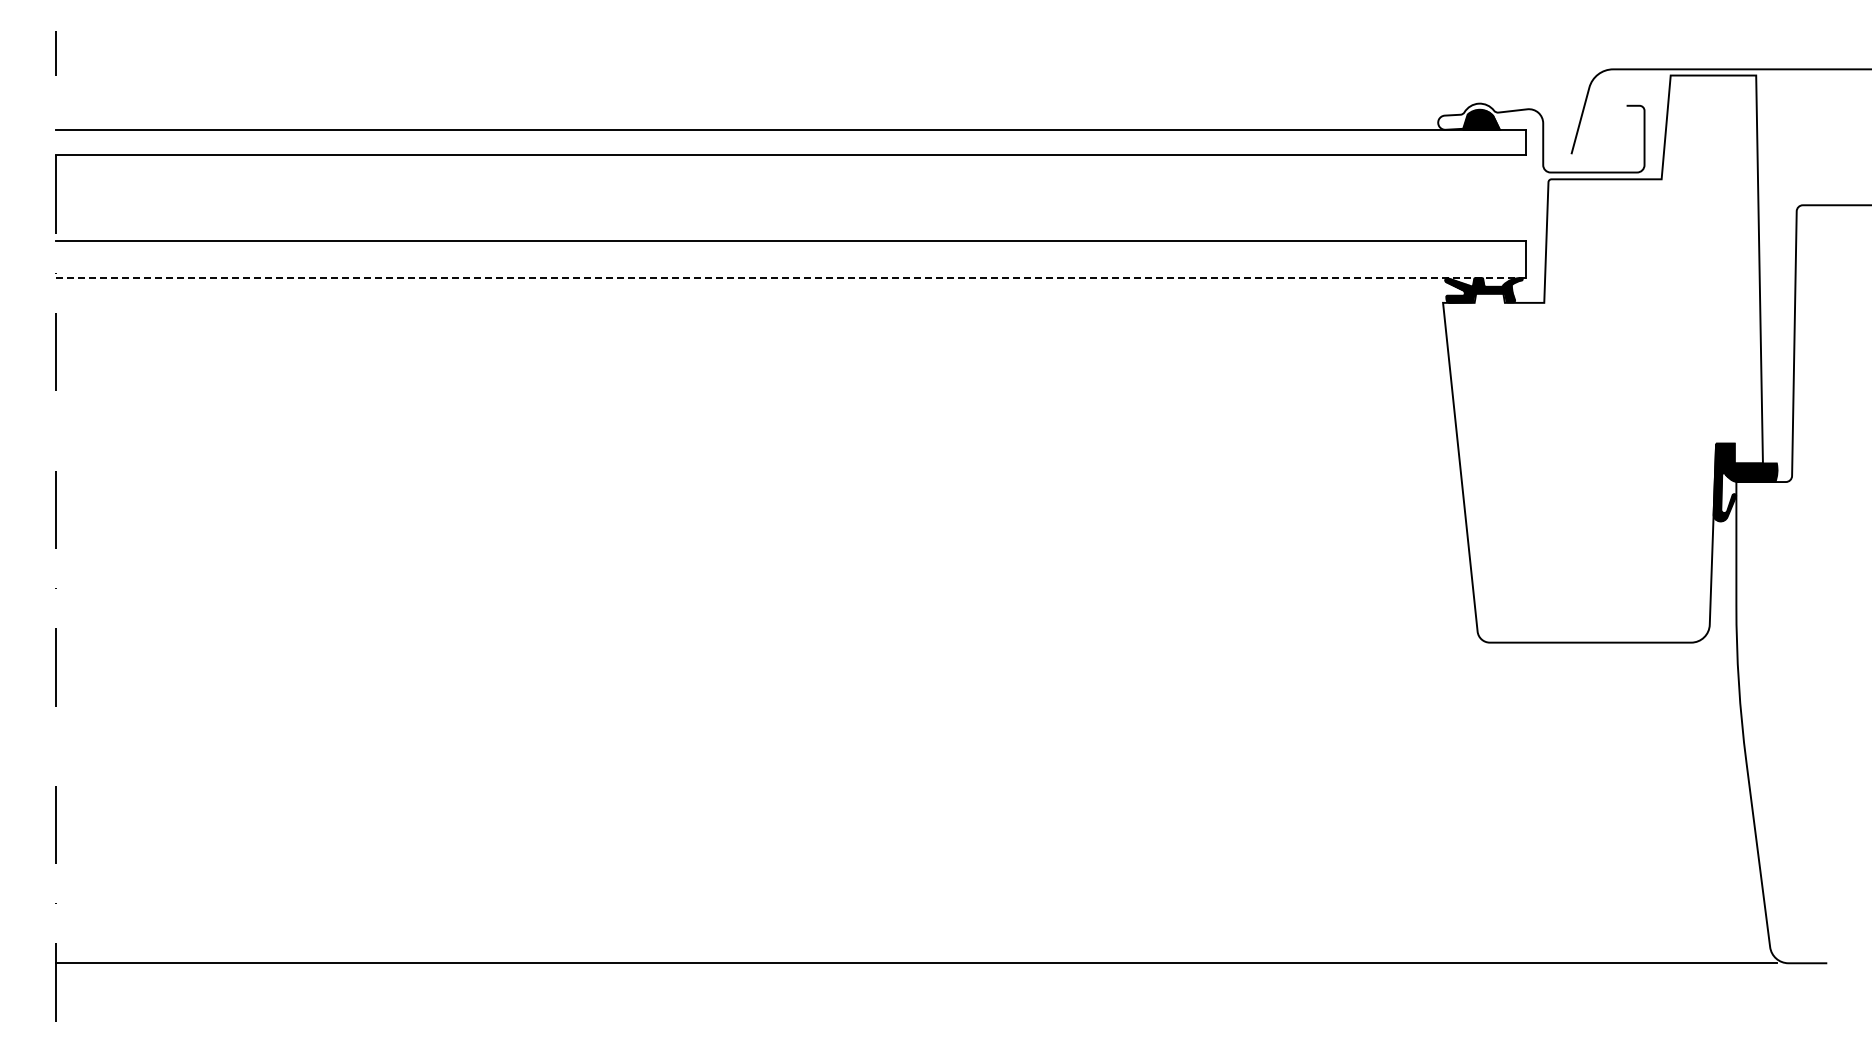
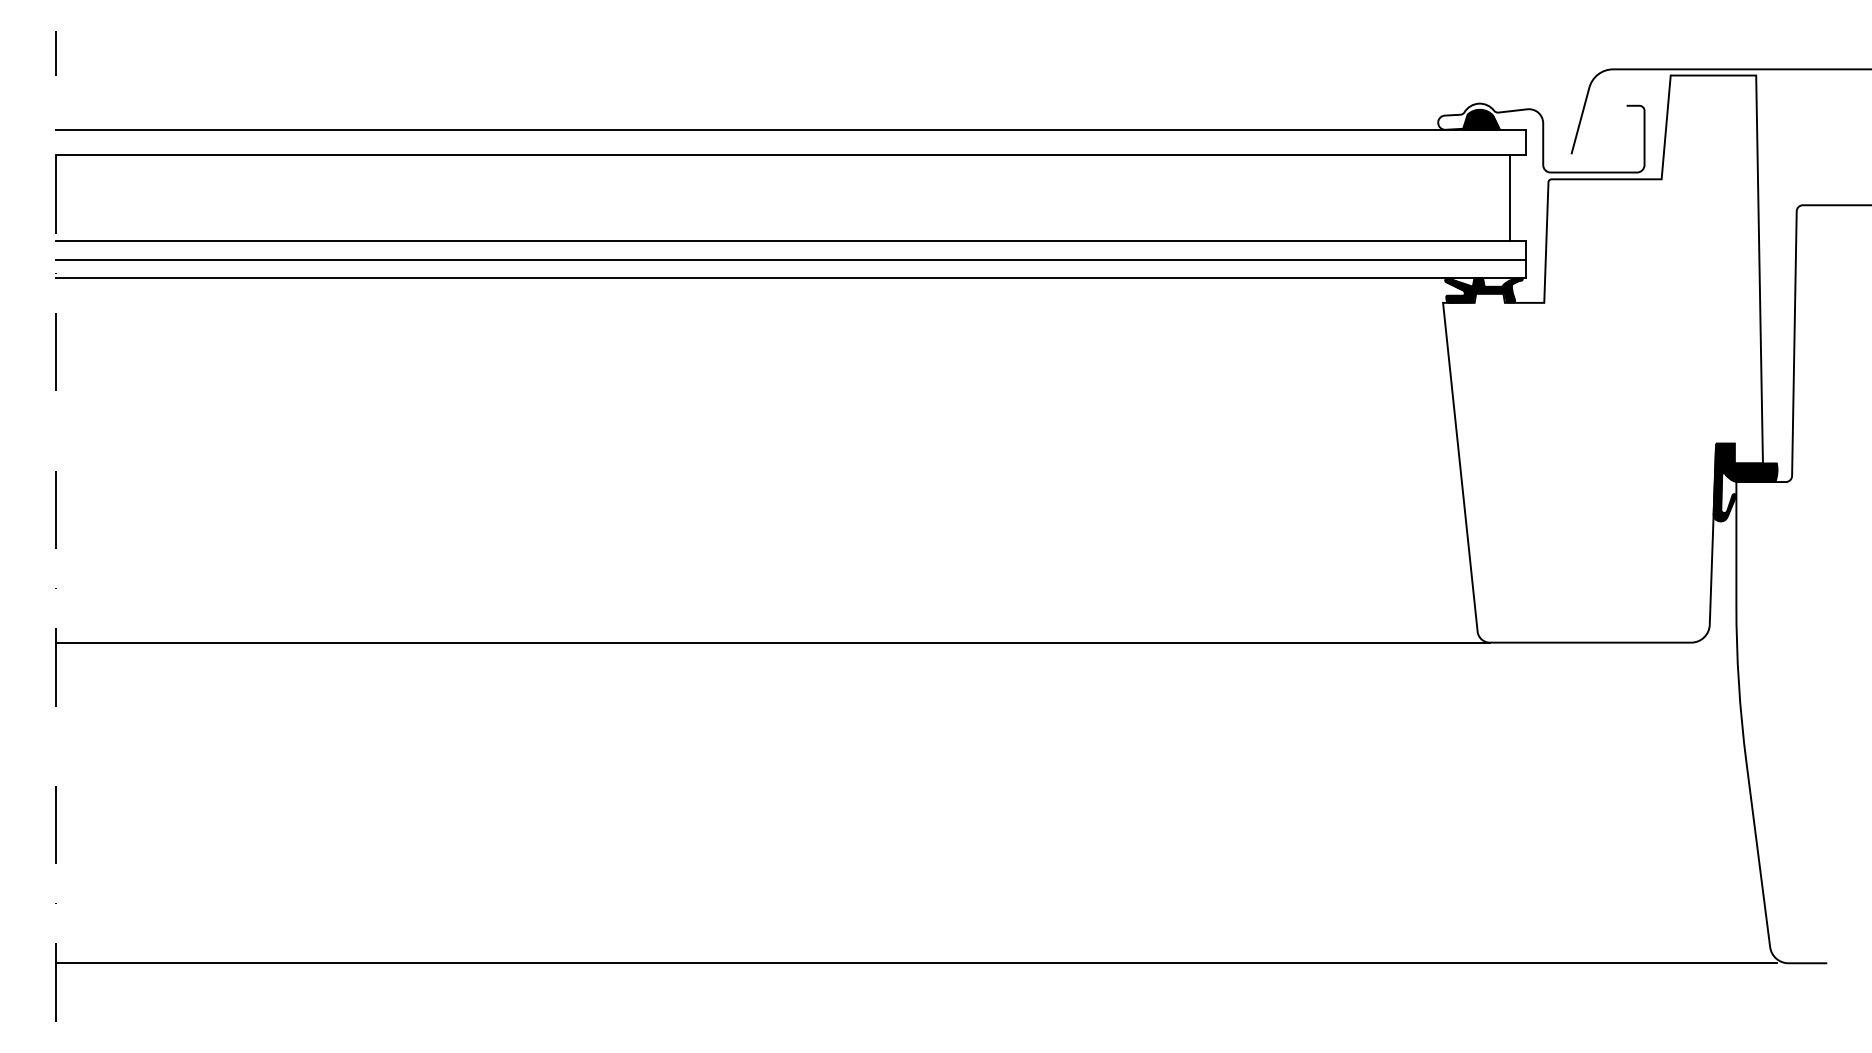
line at (1510, 197): none -> present
line at (791, 259): none -> present
line at (790, 278): dashed -> solid
line at (772, 642): none -> present
